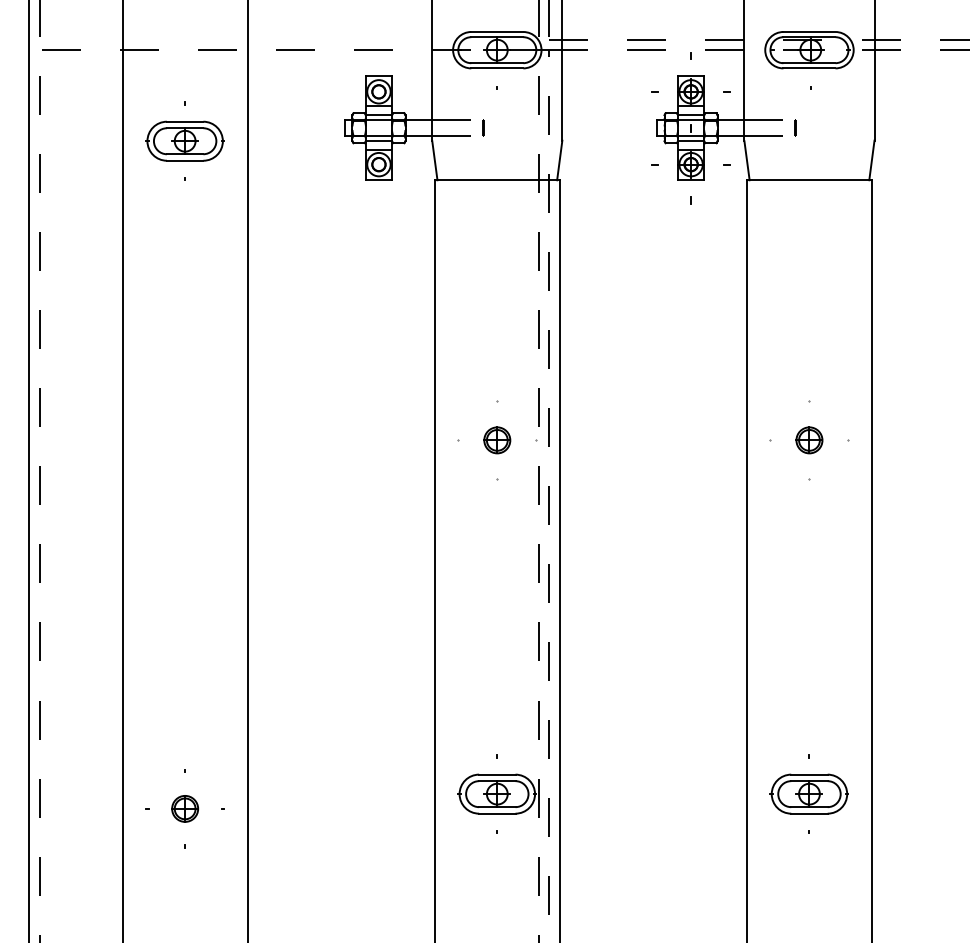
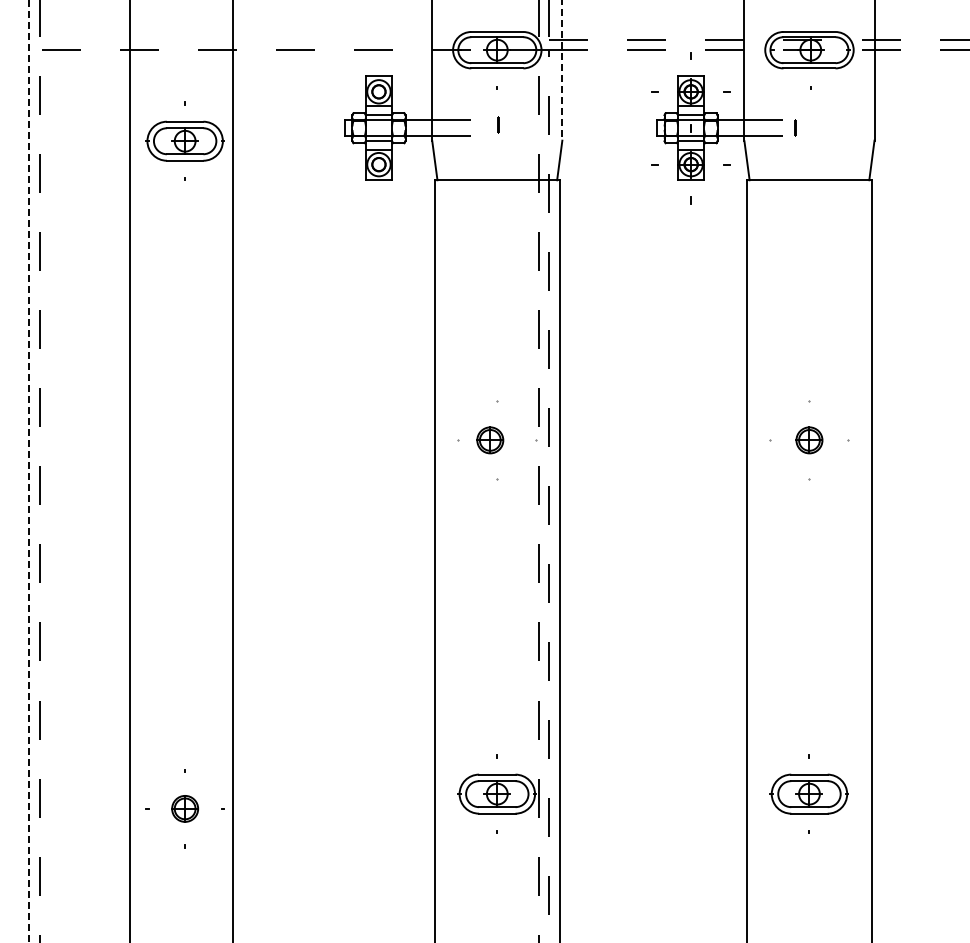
line at (562, 70): solid -> dashed
line at (483, 127) position: (483, 127) -> (498, 124)
part at (497, 440) position: (497, 440) -> (490, 440)
line at (29, 470): solid -> dashed
line at (122, 470) position: (122, 470) -> (129, 470)
line at (247, 470) position: (247, 470) -> (232, 470)
